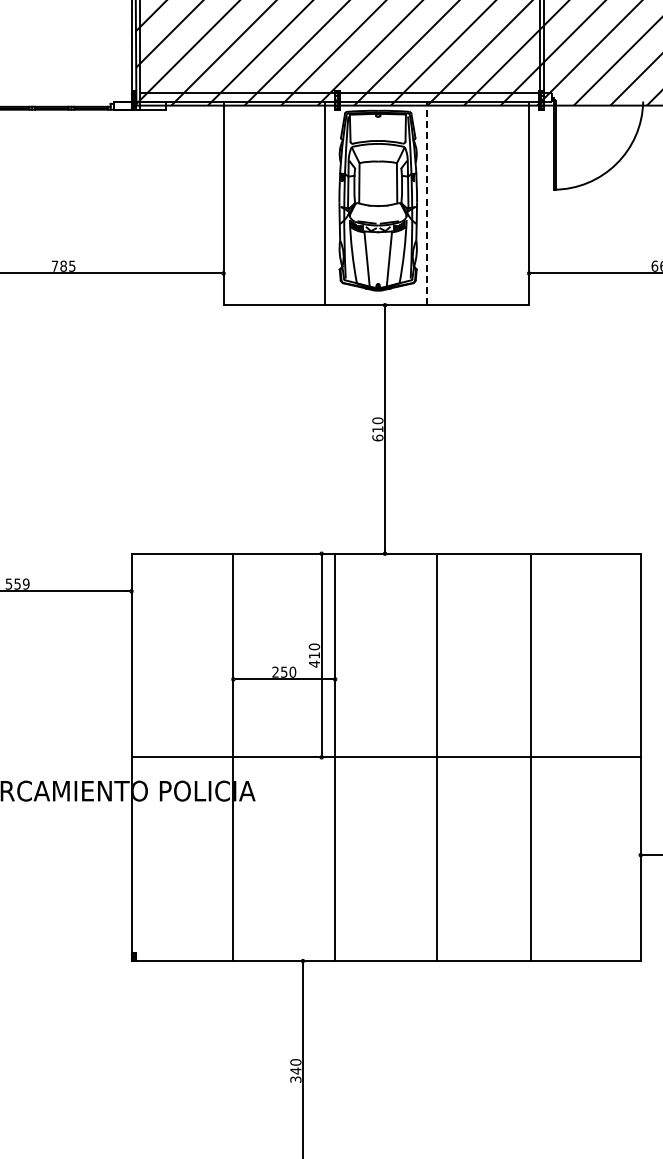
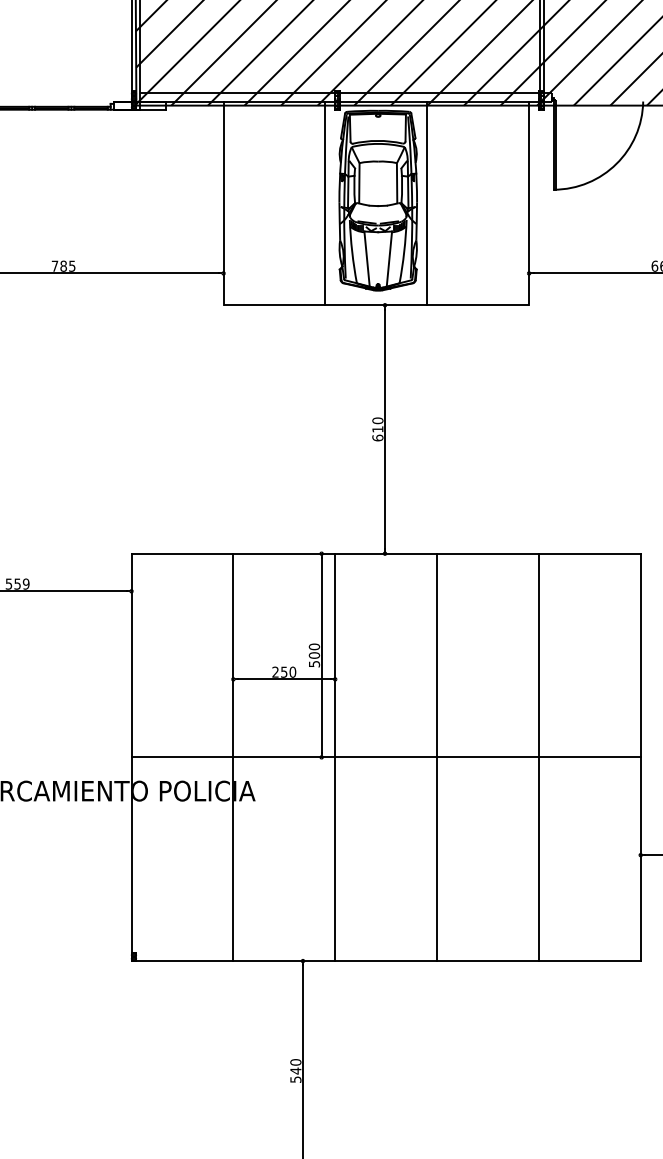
line at (427, 203): dashed -> solid
text at (314, 659): 410 -> 500
line at (530, 757) position: (530, 757) -> (538, 757)
text at (295, 1079): 340 -> 540
